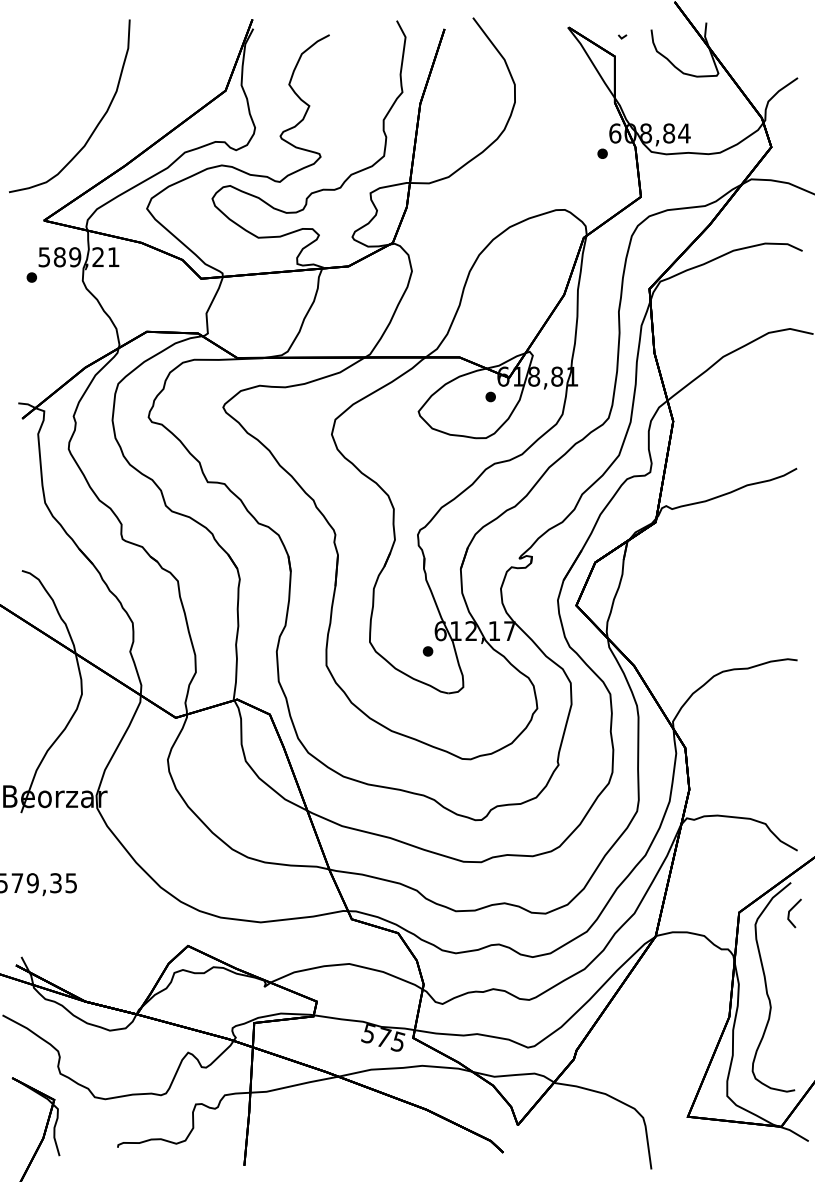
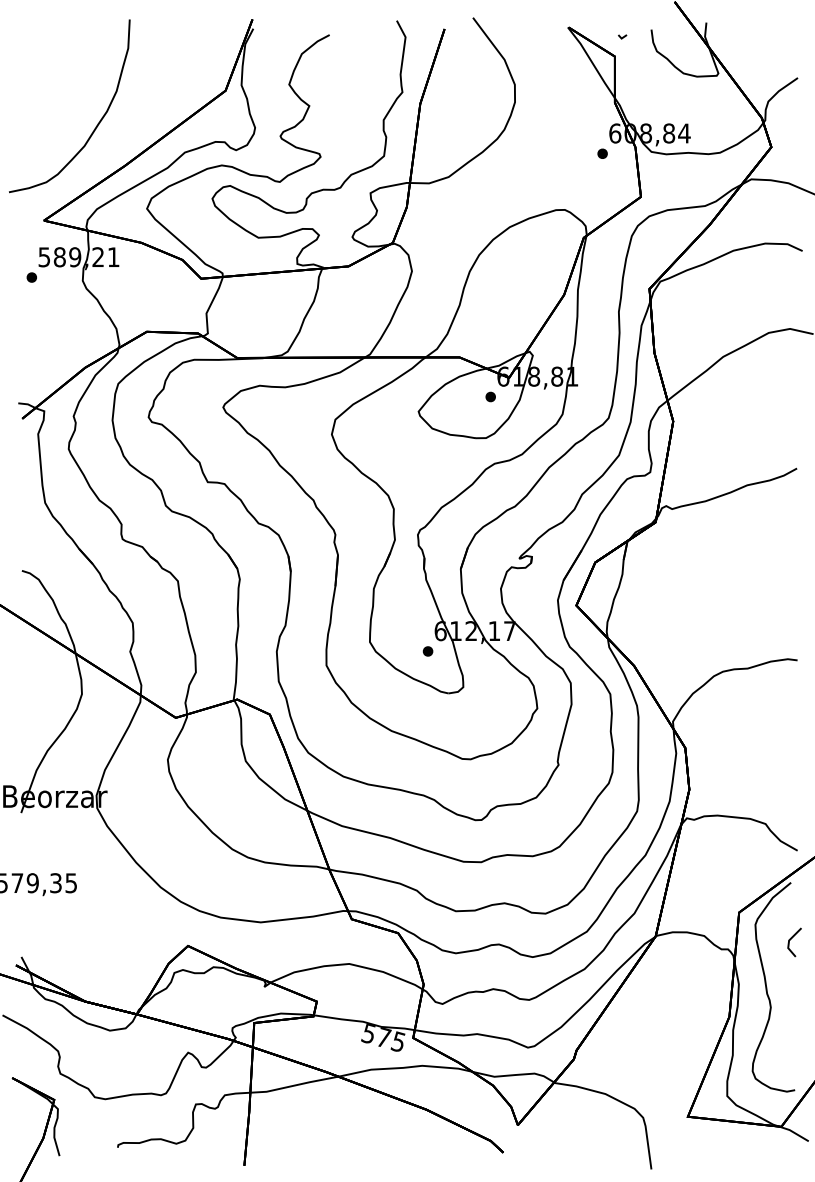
line at (791, 910) position: (791, 910) -> (791, 939)
